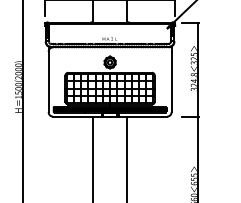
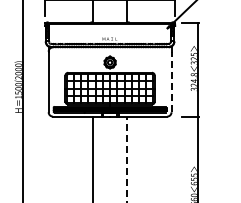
line at (171, 81): solid -> dashed
line at (127, 159): solid -> dashed
